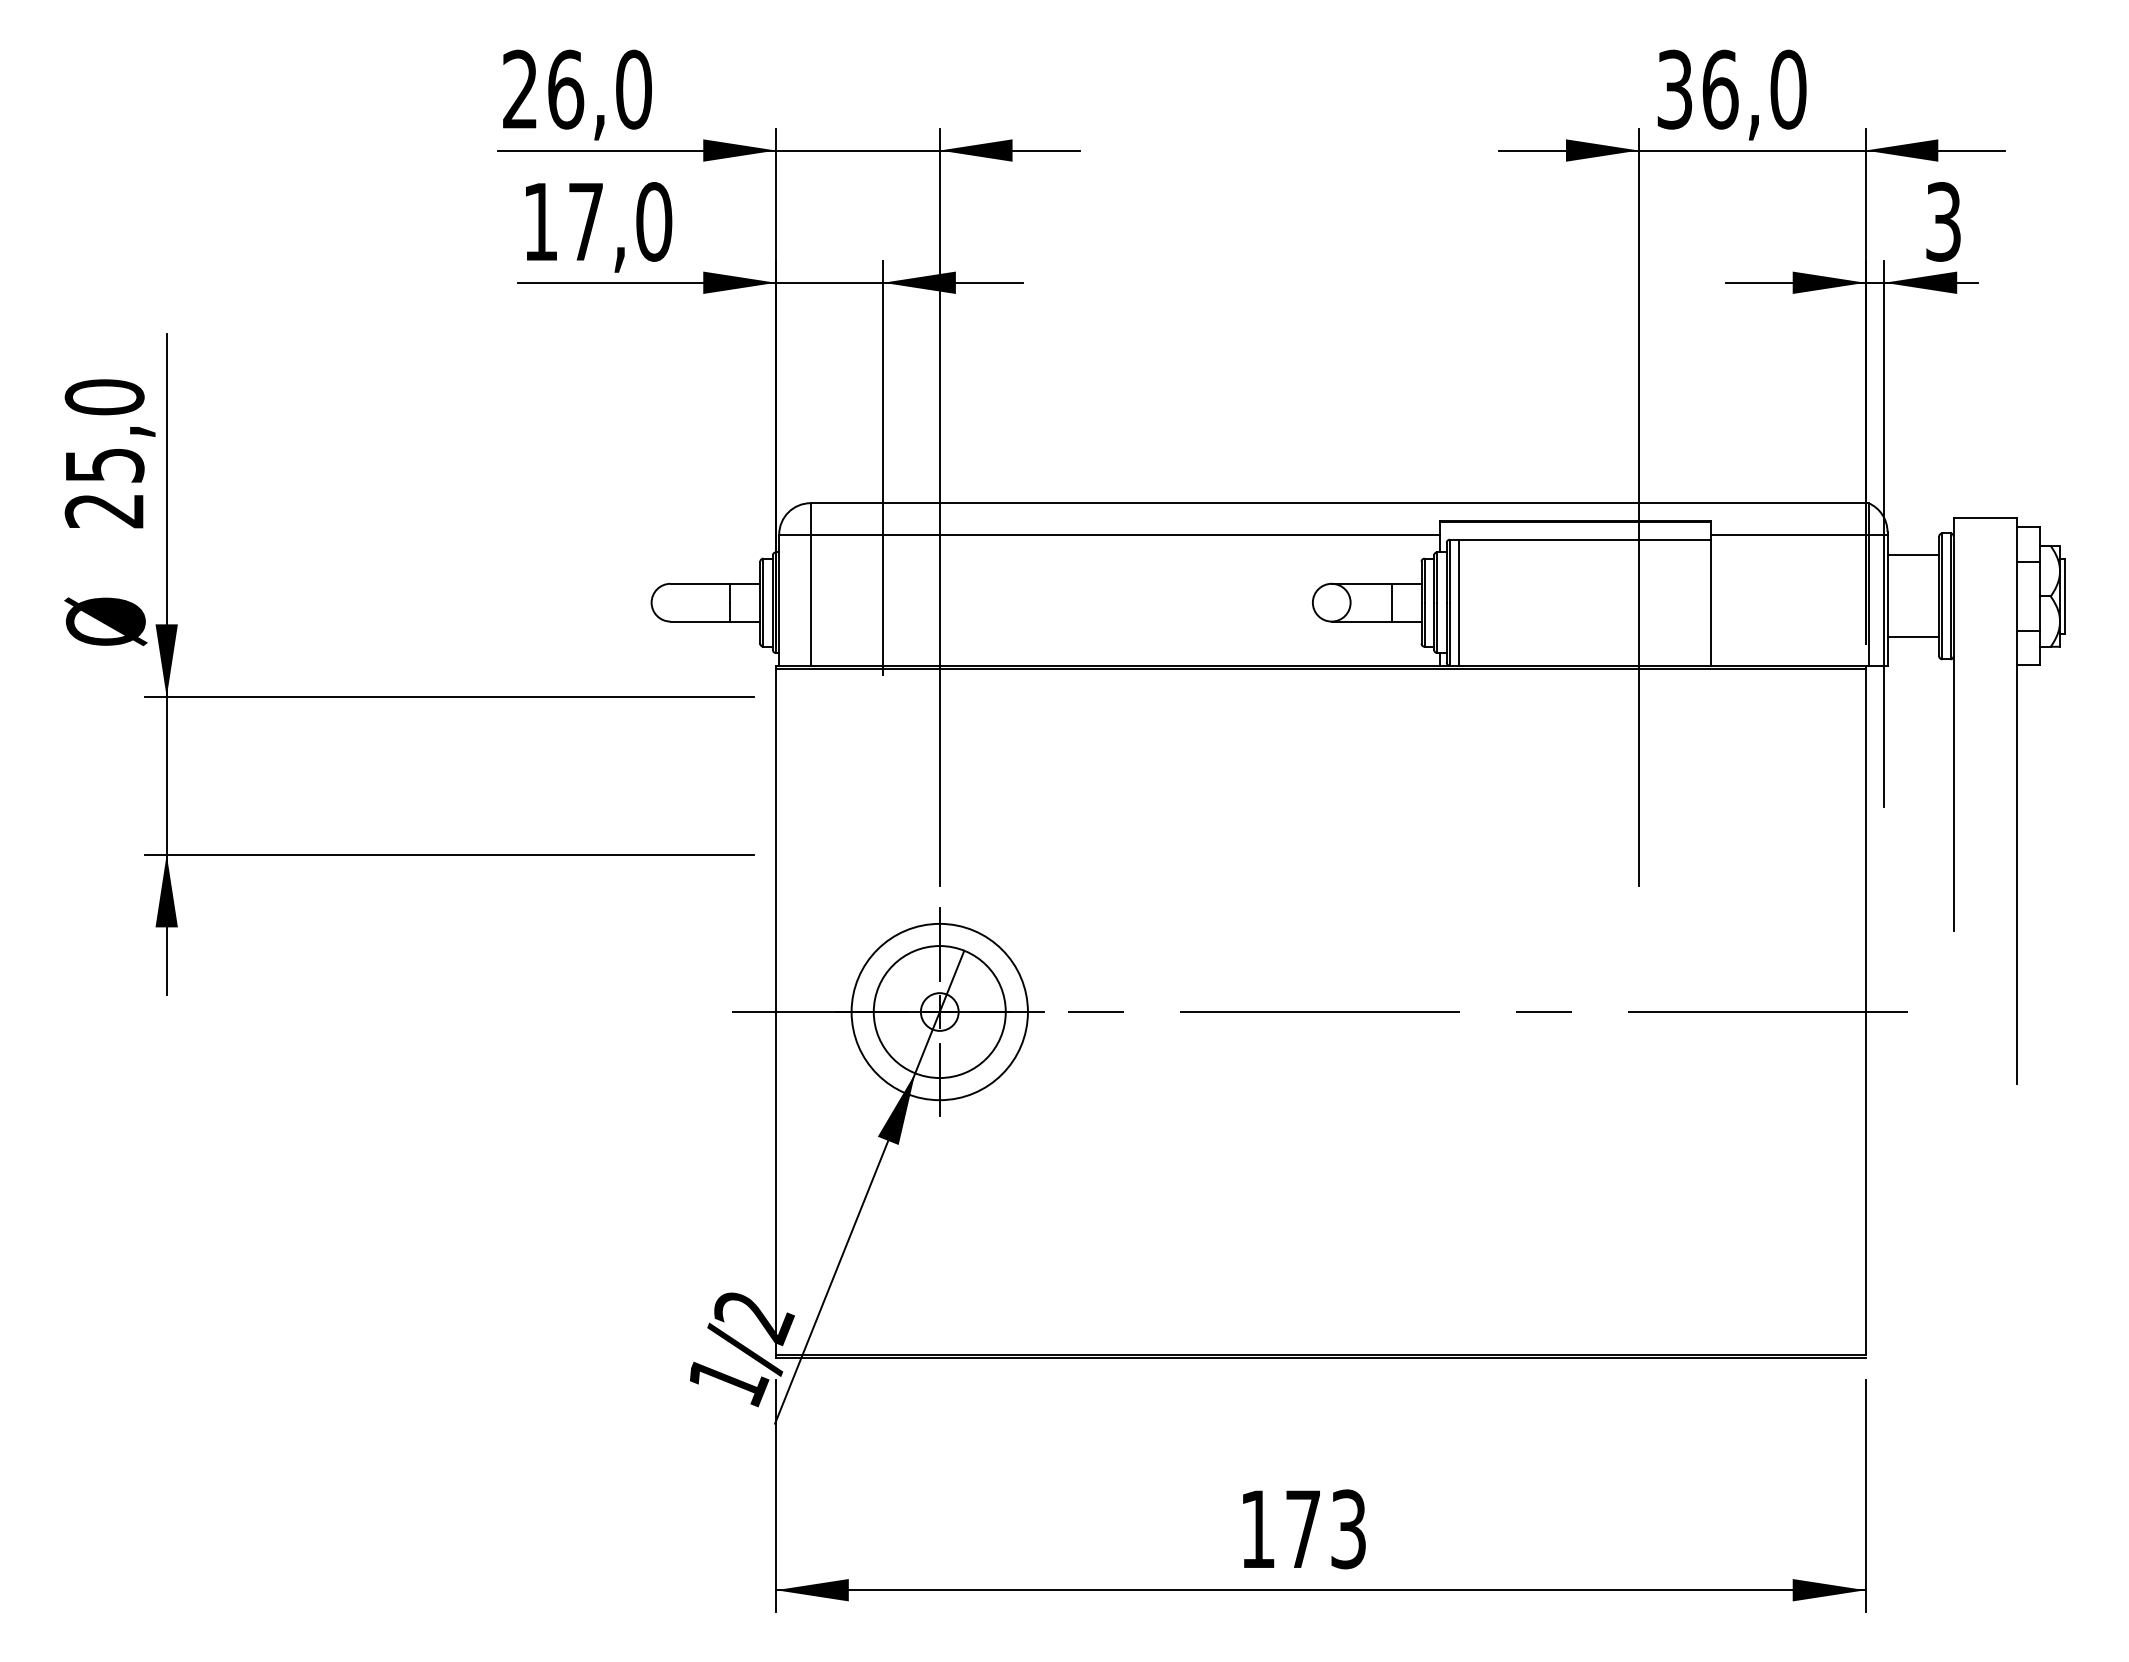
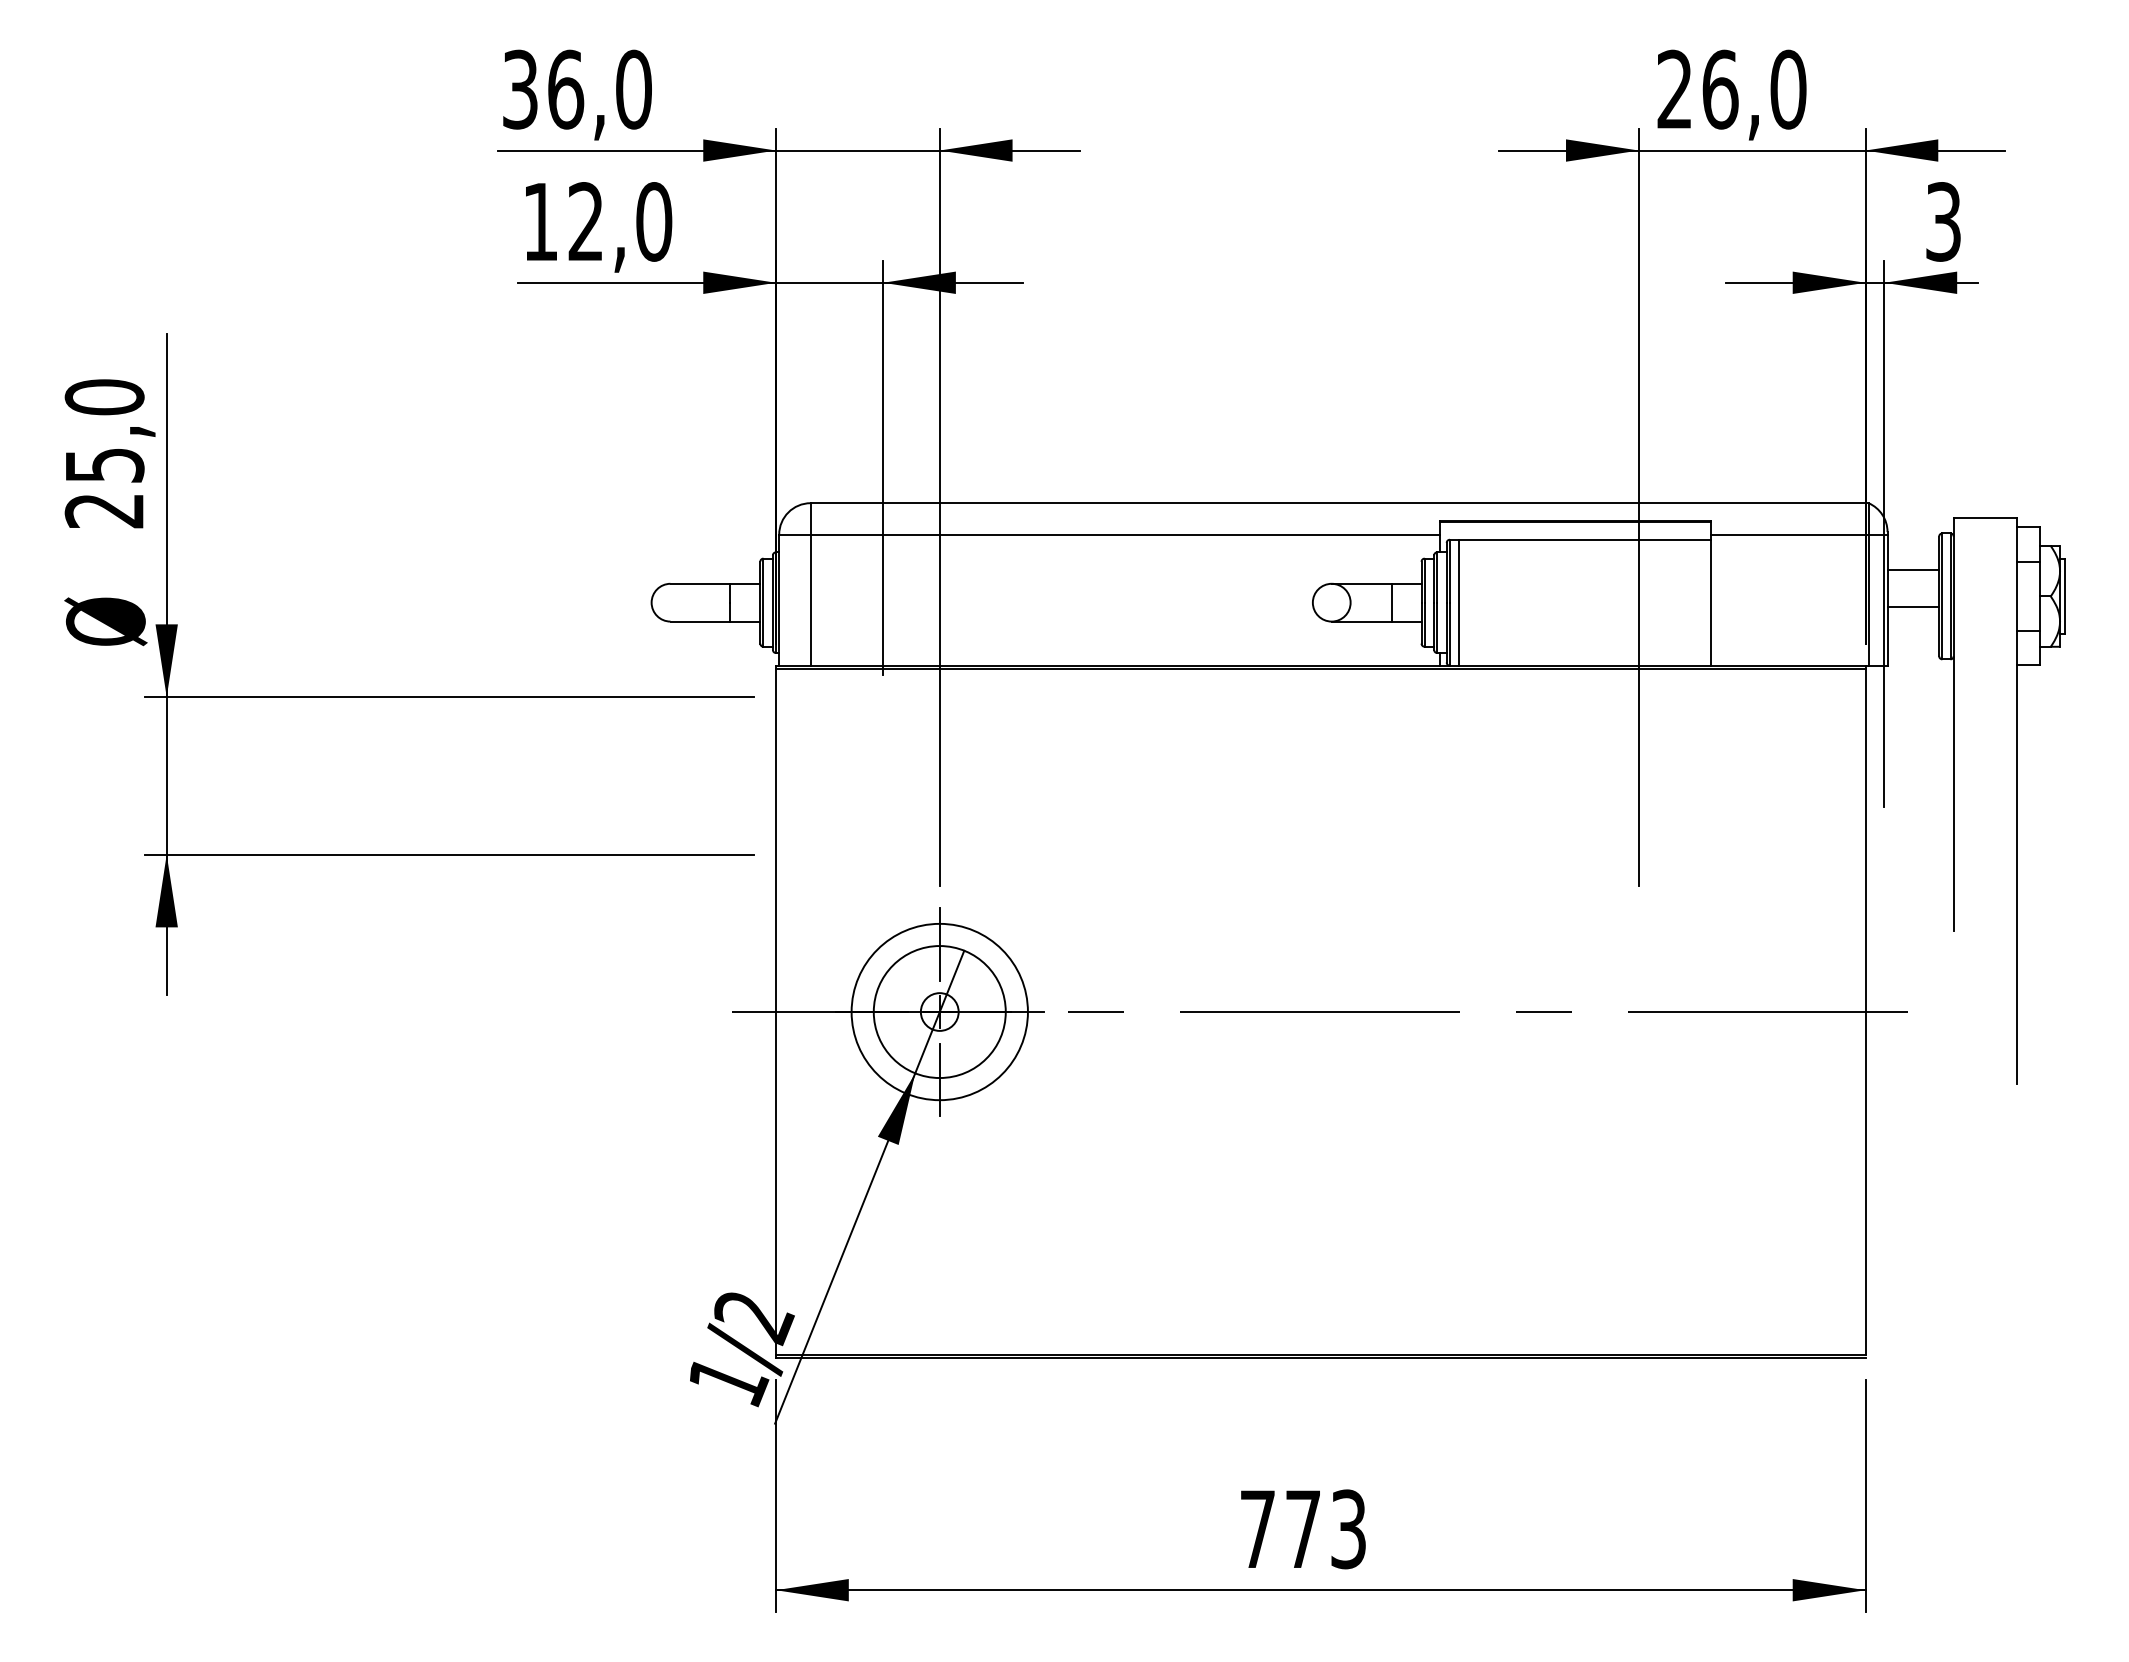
text at (520, 89): 26,0 -> 36,0
text at (1674, 89): 36,0 -> 26,0
text at (585, 221): 17,0 -> 12,0
line at (1913, 555) position: (1913, 555) -> (1913, 570)
line at (1913, 637) position: (1913, 637) -> (1913, 607)
text at (1257, 1528): 173 -> 773
